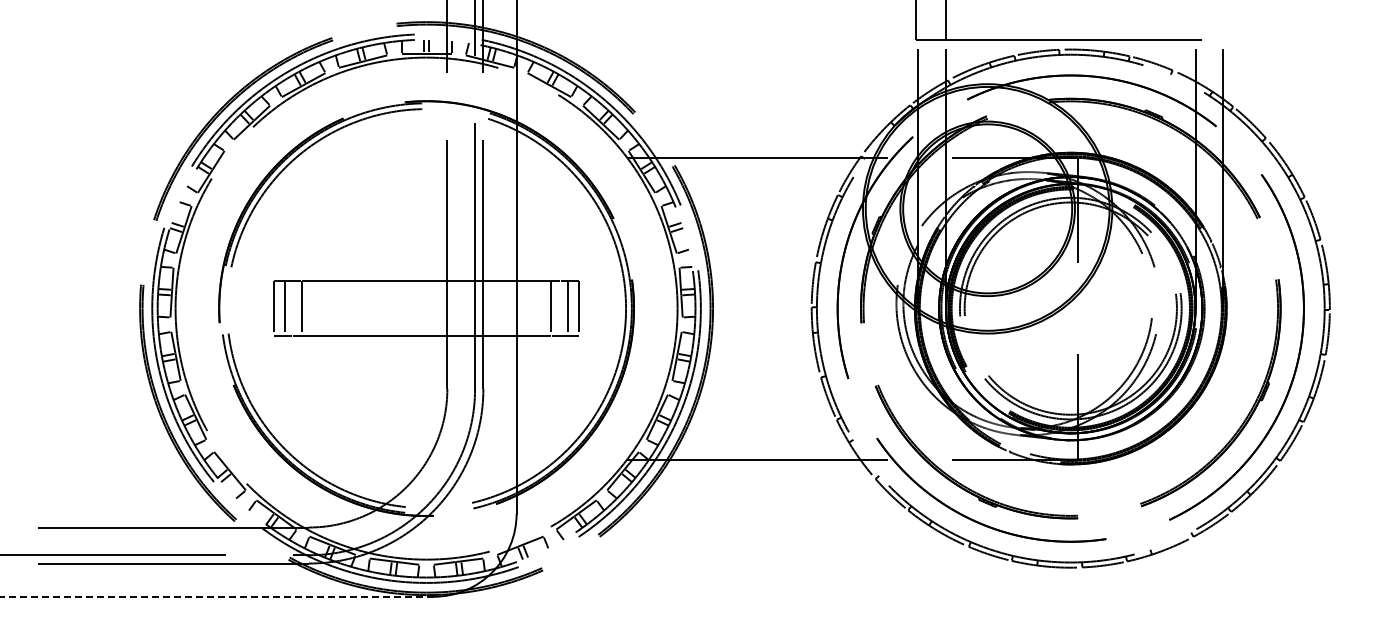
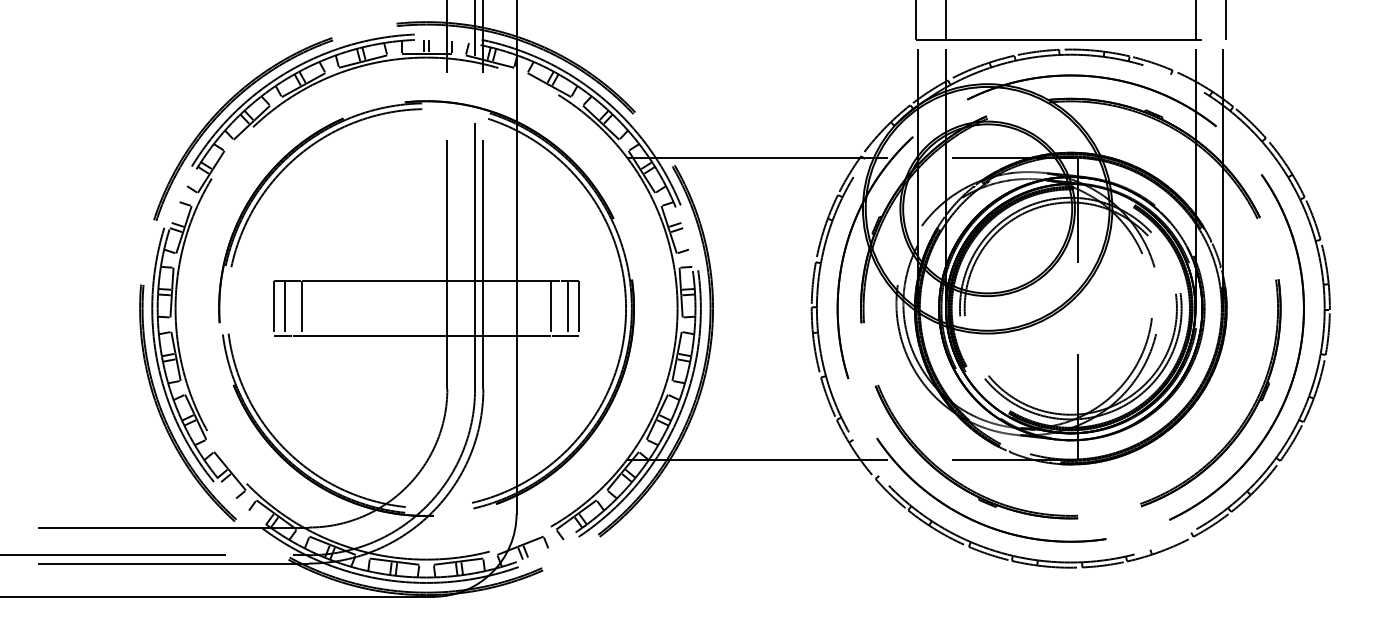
line at (1195, 20): none -> present
line at (1225, 20): none -> present
line at (216, 596): dashed -> solid
